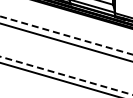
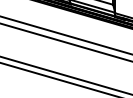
line at (67, 35): dashed -> solid
line at (65, 75): dashed -> solid
